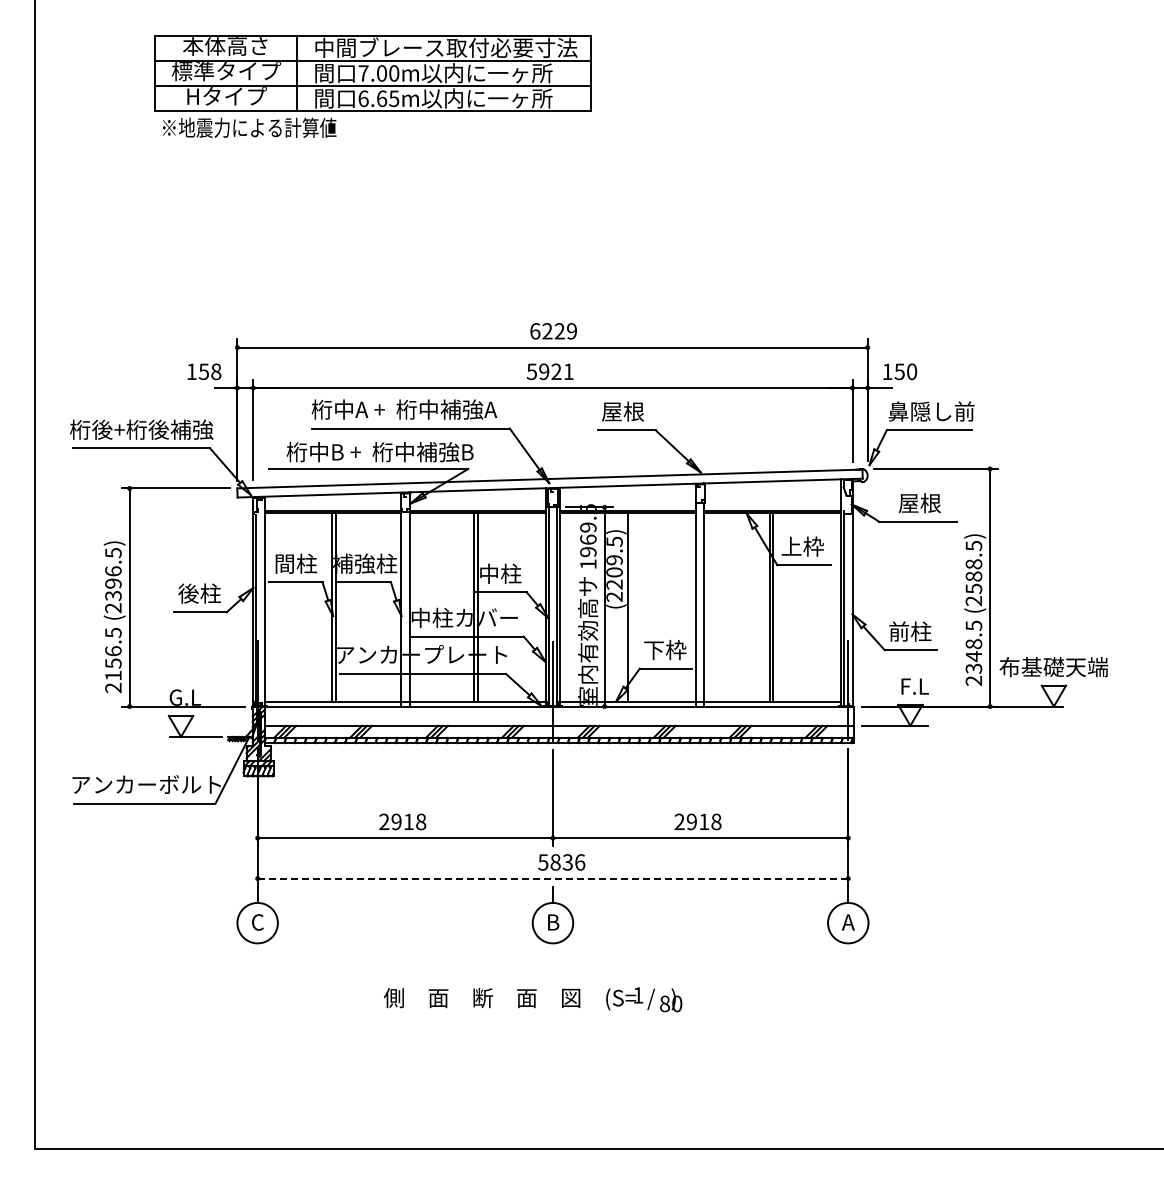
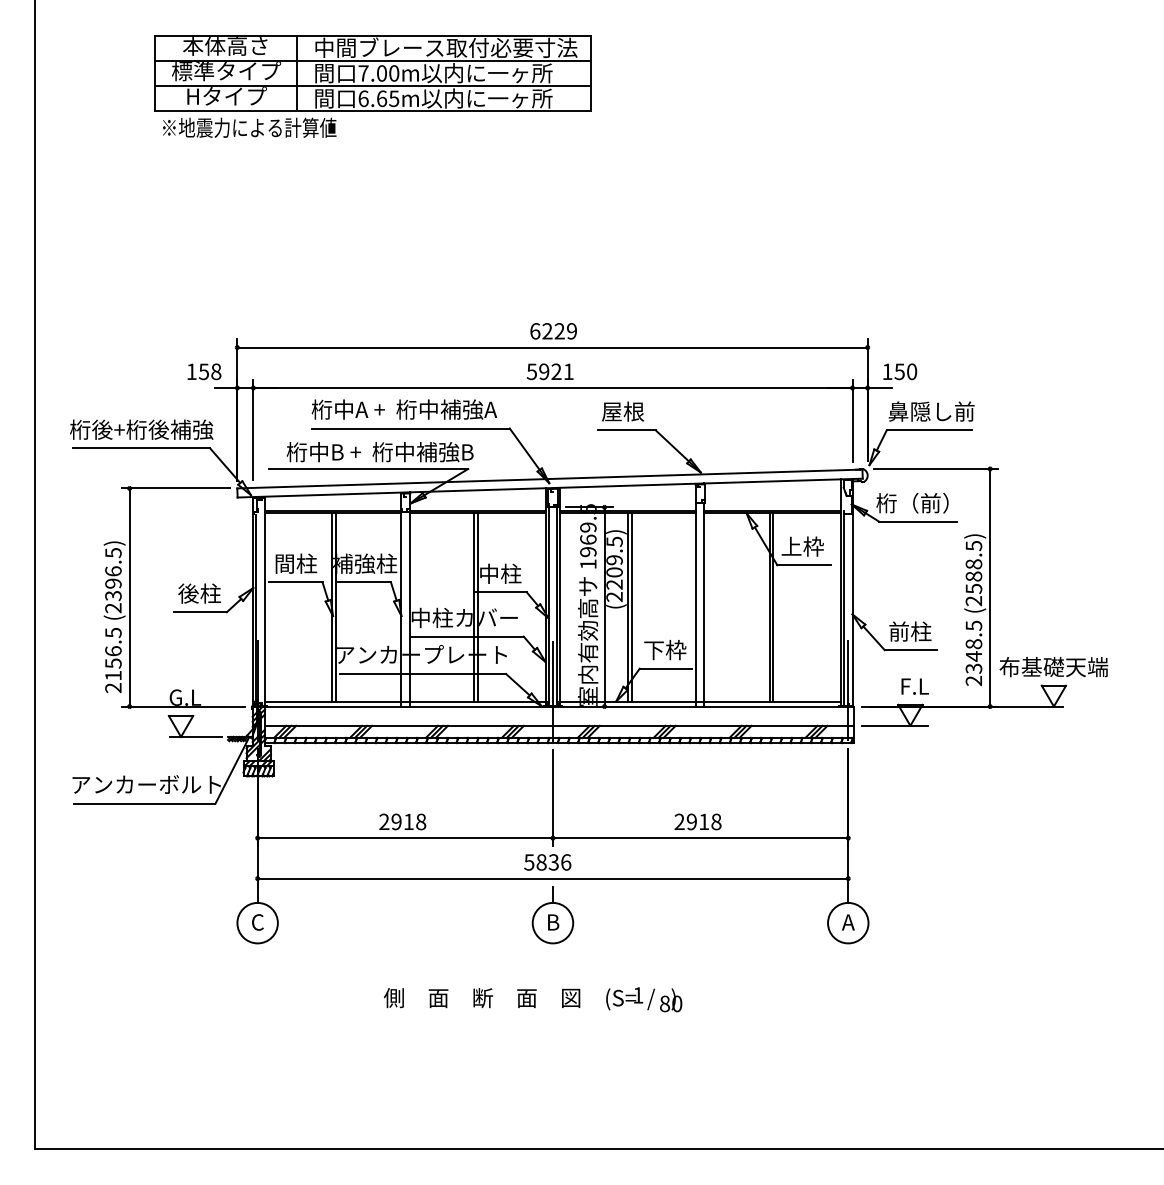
text at (912, 502): 屋根 -> 桁（前）
line at (631, 607): none -> present
text at (561, 862) position: (561, 862) -> (547, 862)
line at (552, 878): dashed -> solid
